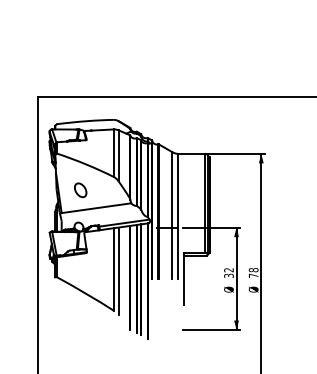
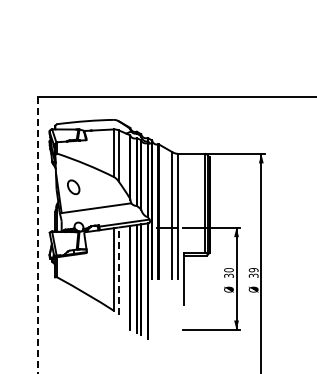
part at (80, 189) position: (80, 189) -> (73, 186)
line at (38, 235): solid -> dashed
text at (228, 270): 32 -> 30
line at (118, 271): solid -> dashed
text at (253, 272): 78 -> 39
